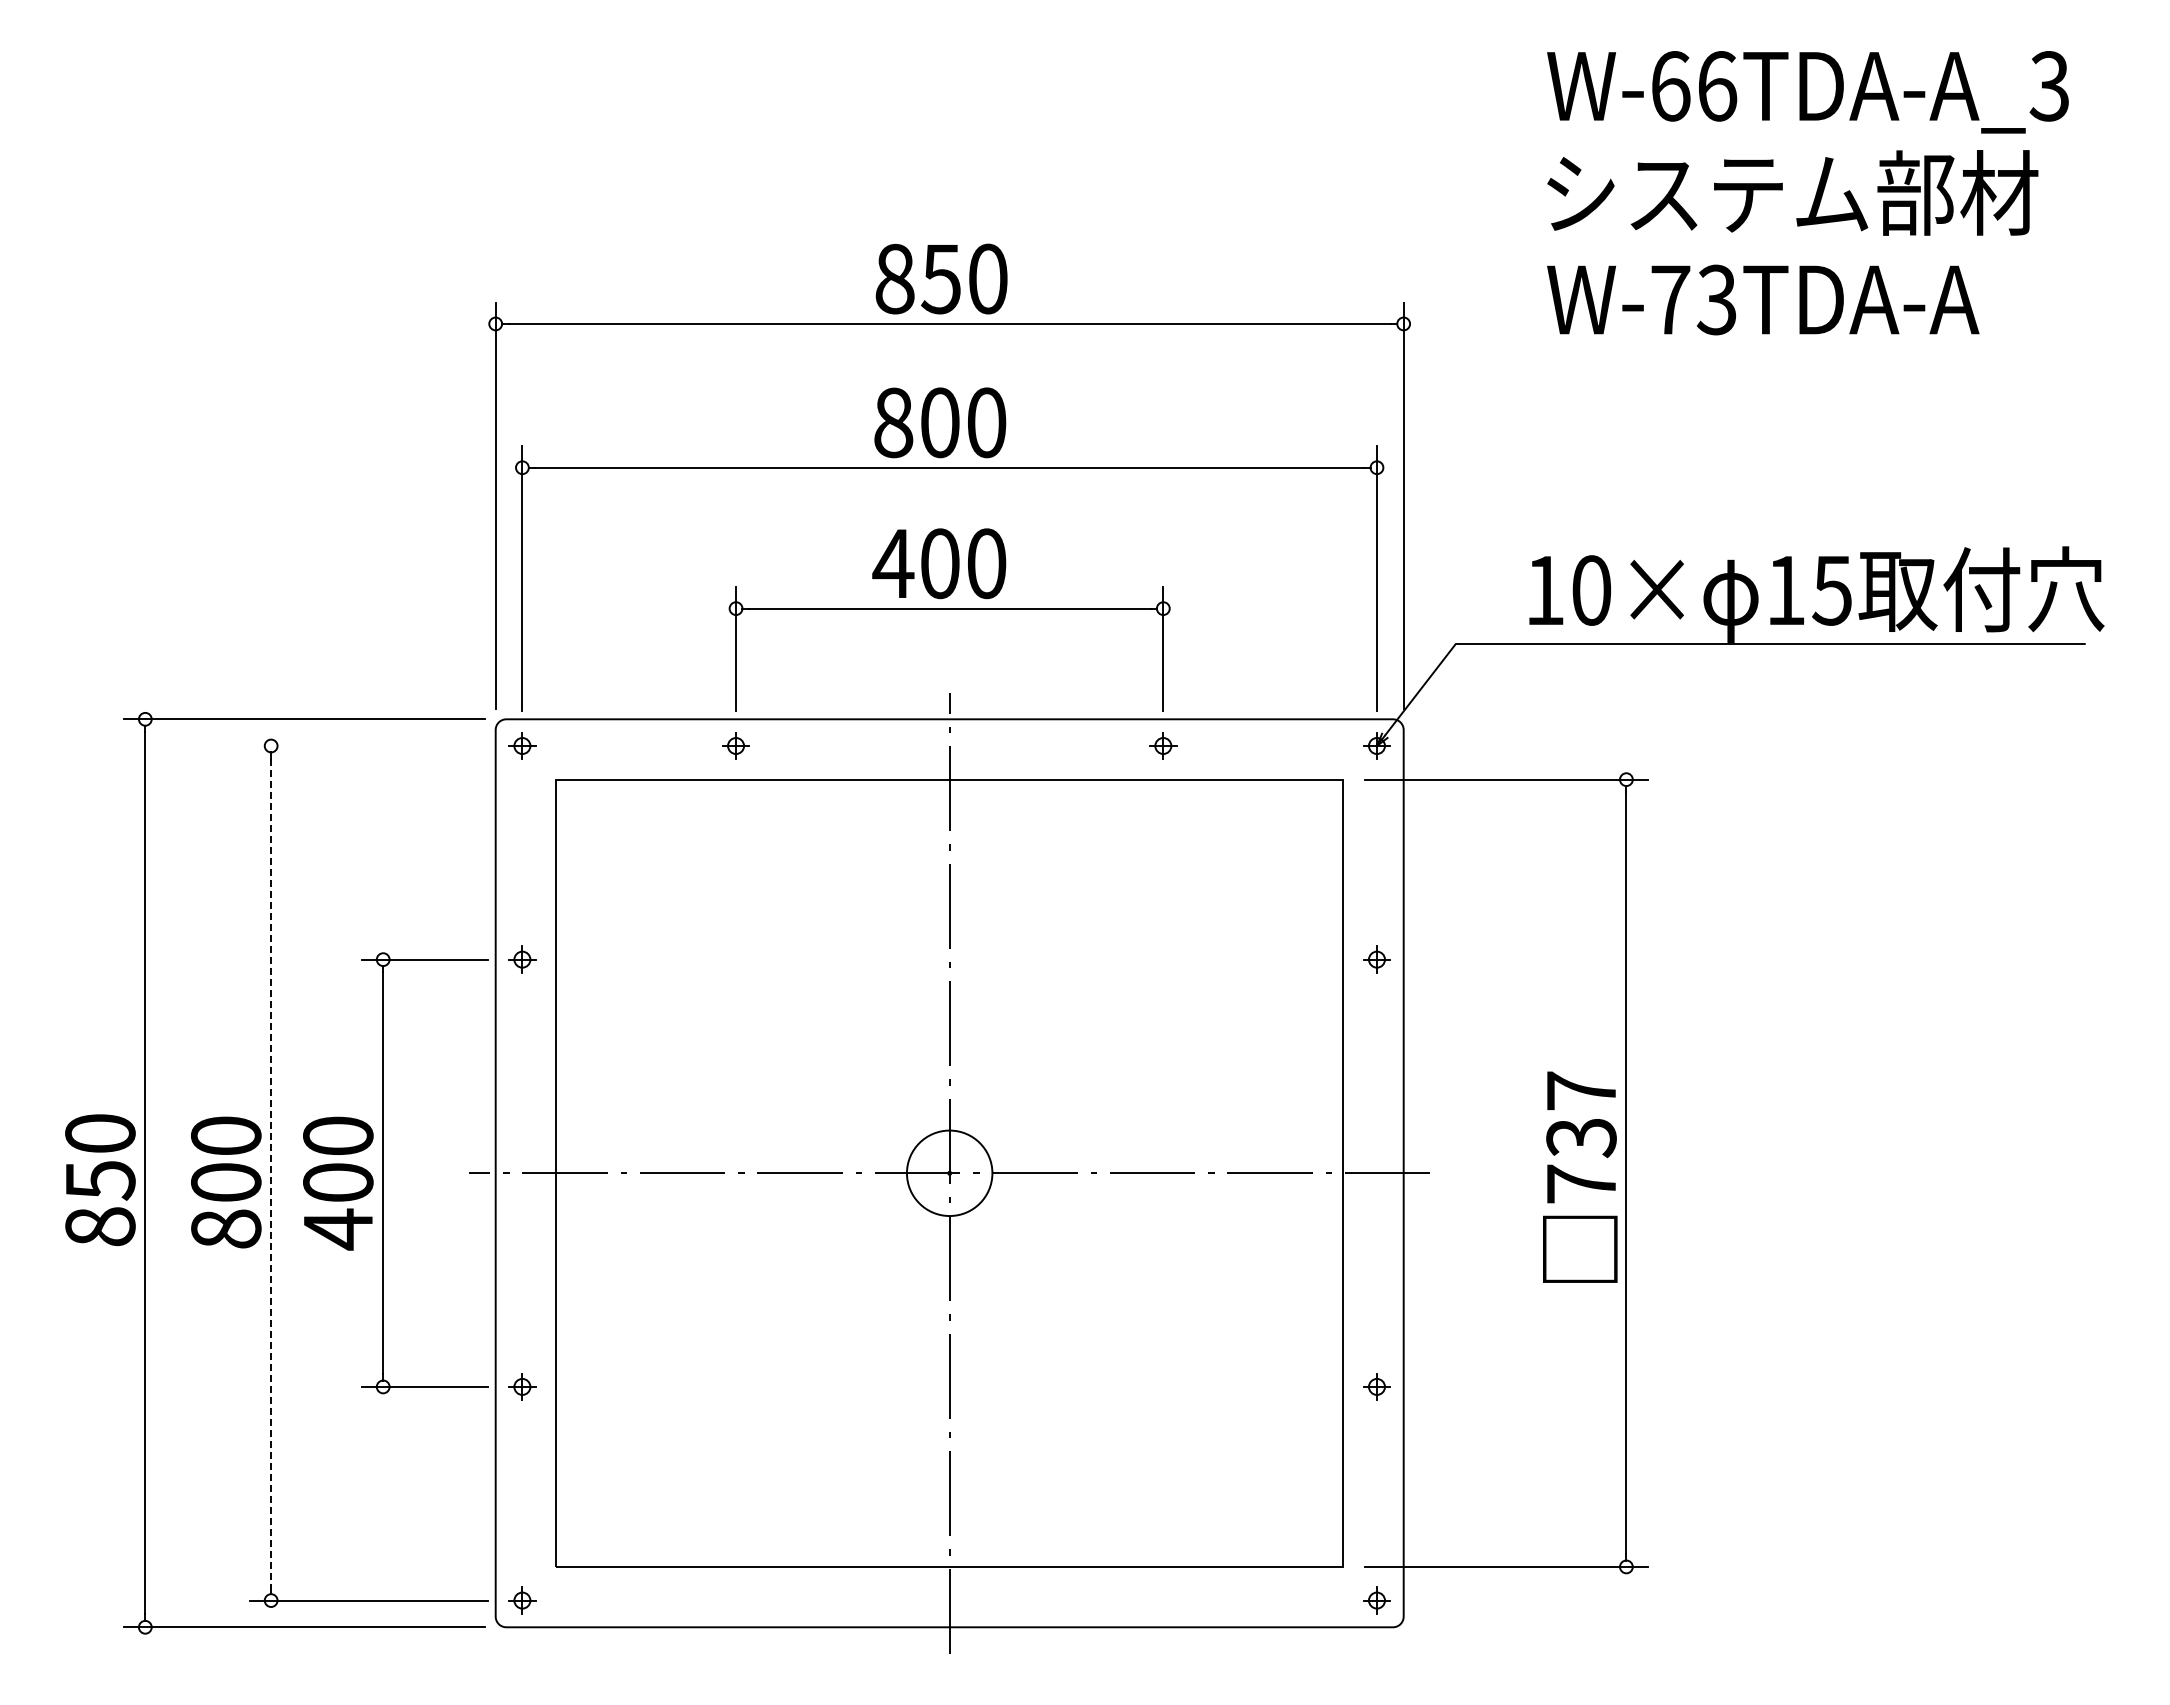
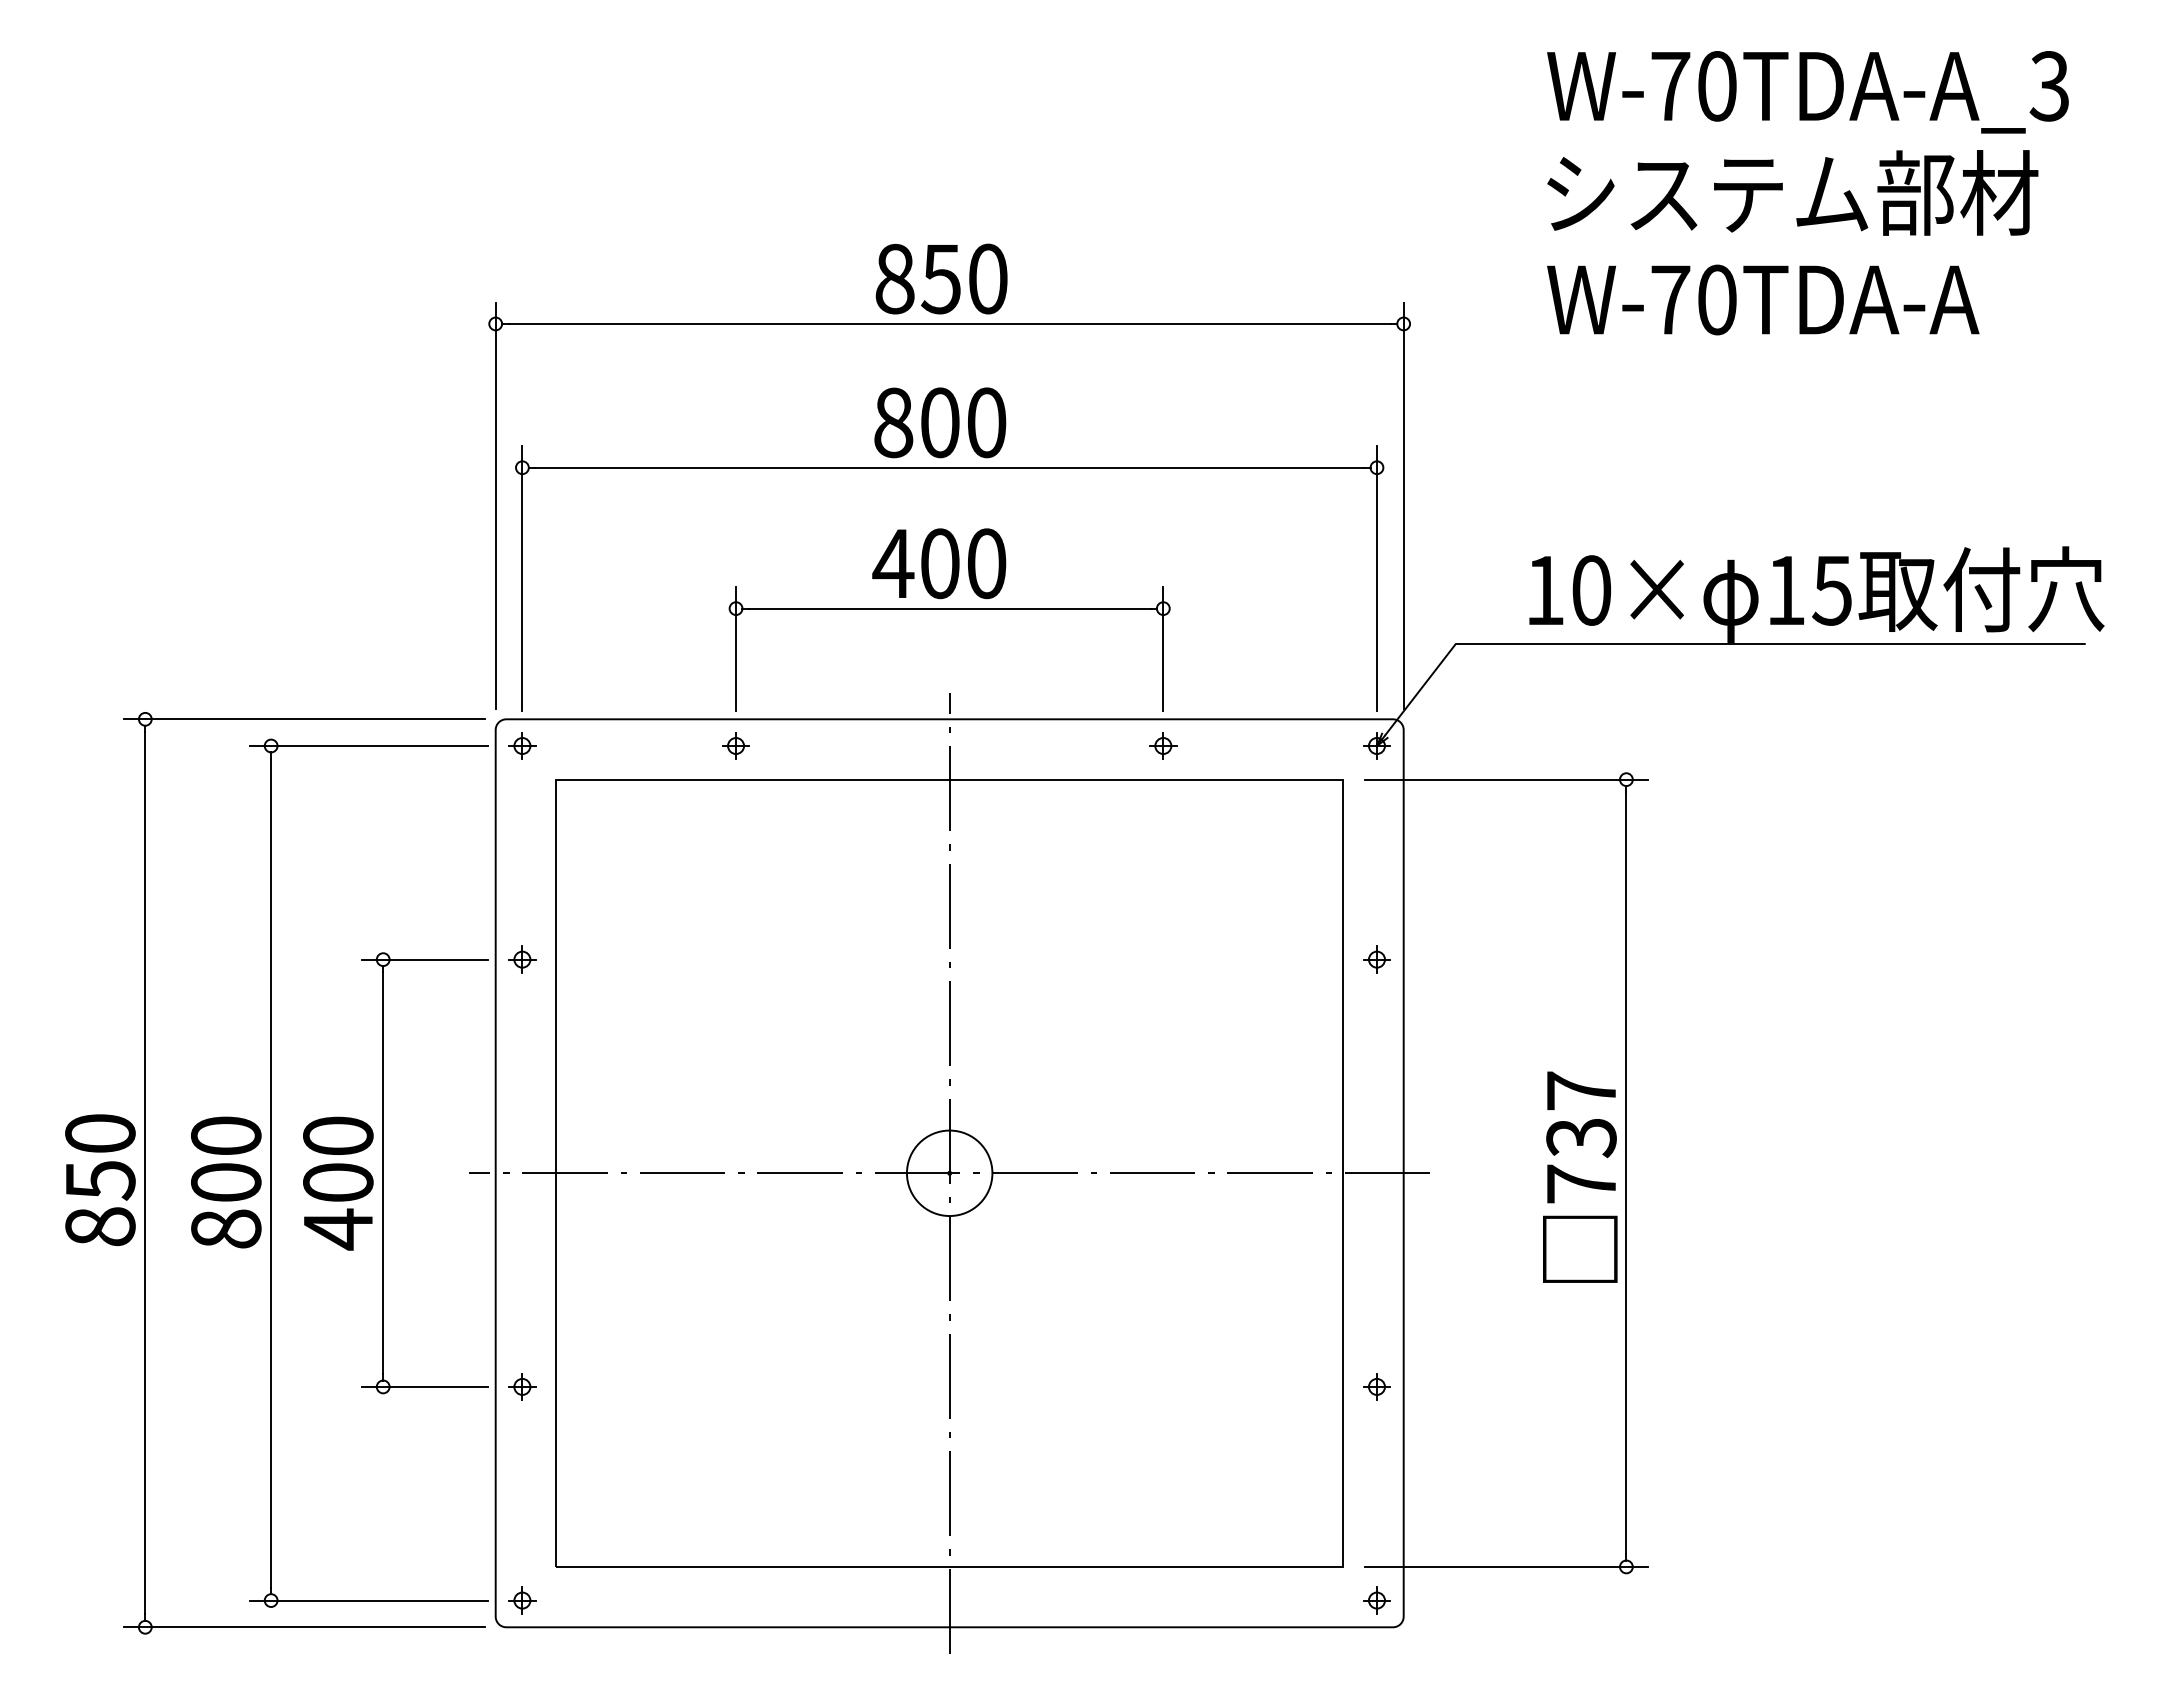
text at (1694, 86): W-66TDA-A_3 -> W-70TDA-A_3
text at (1716, 299): W-73TDA-A -> W-70TDA-A
line at (368, 746): none -> present
line at (271, 1173): dashed -> solid
